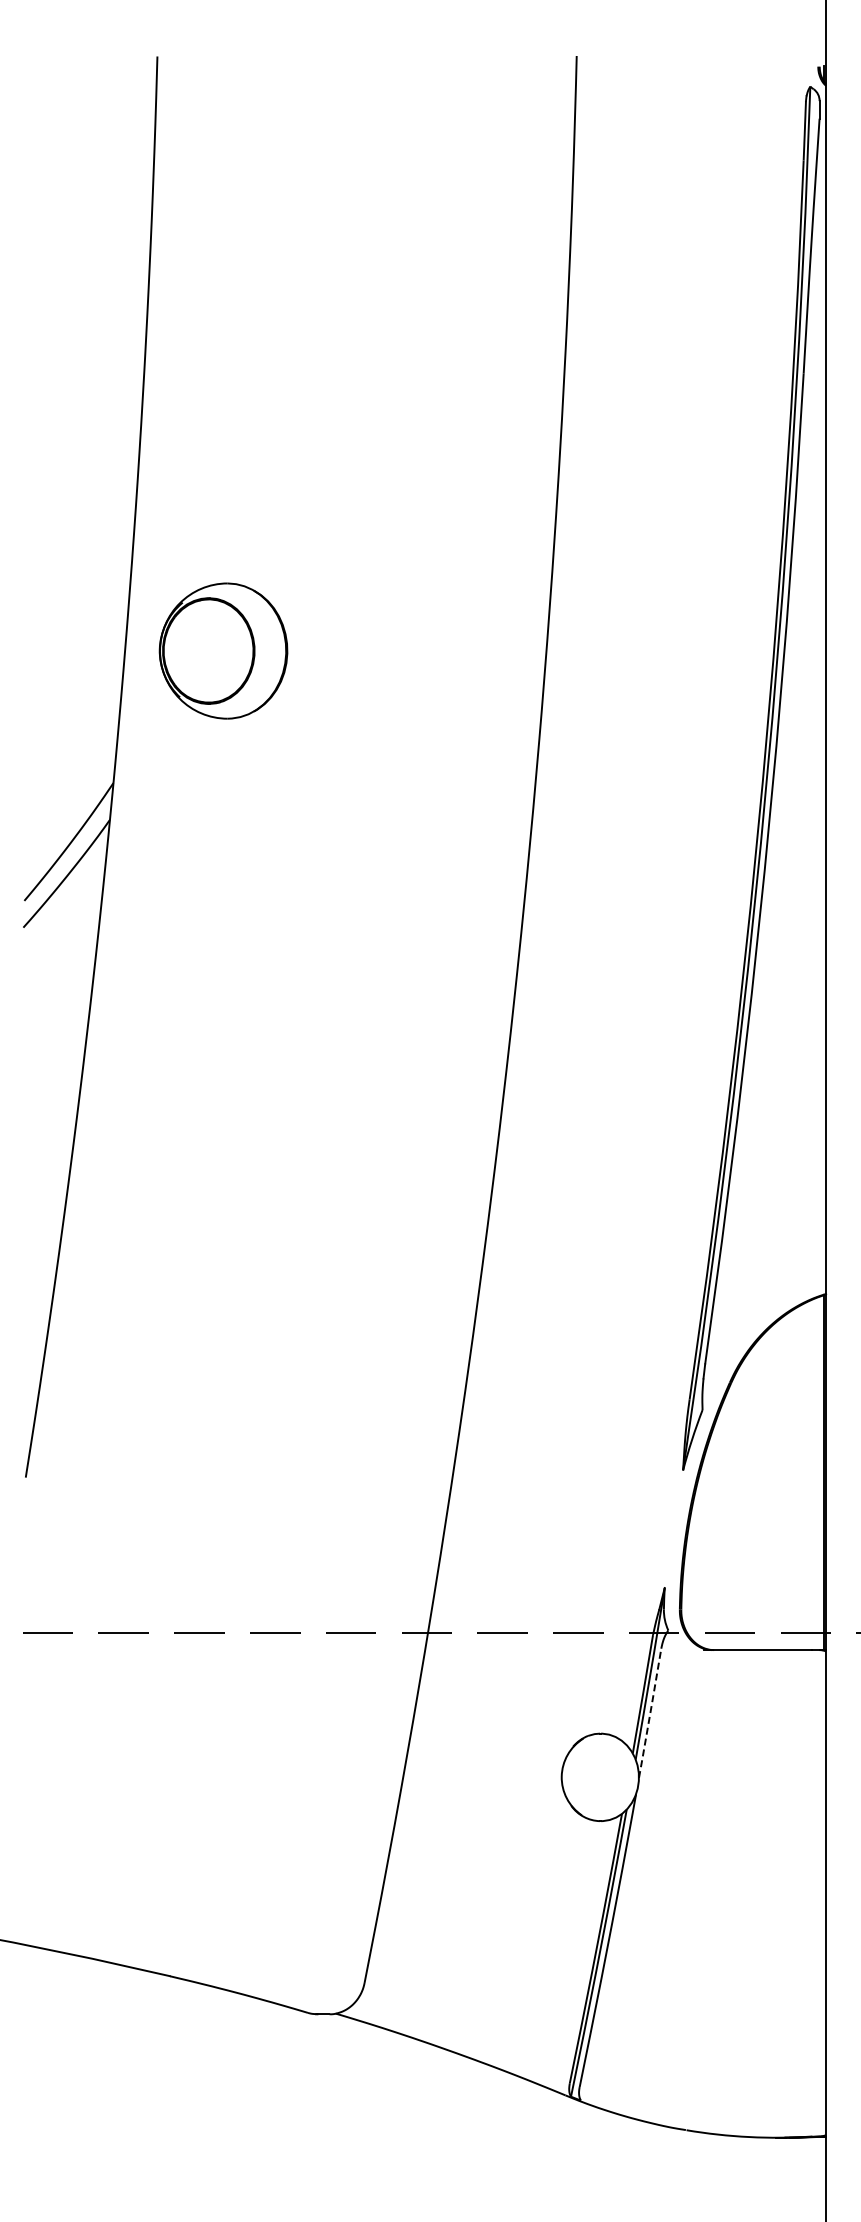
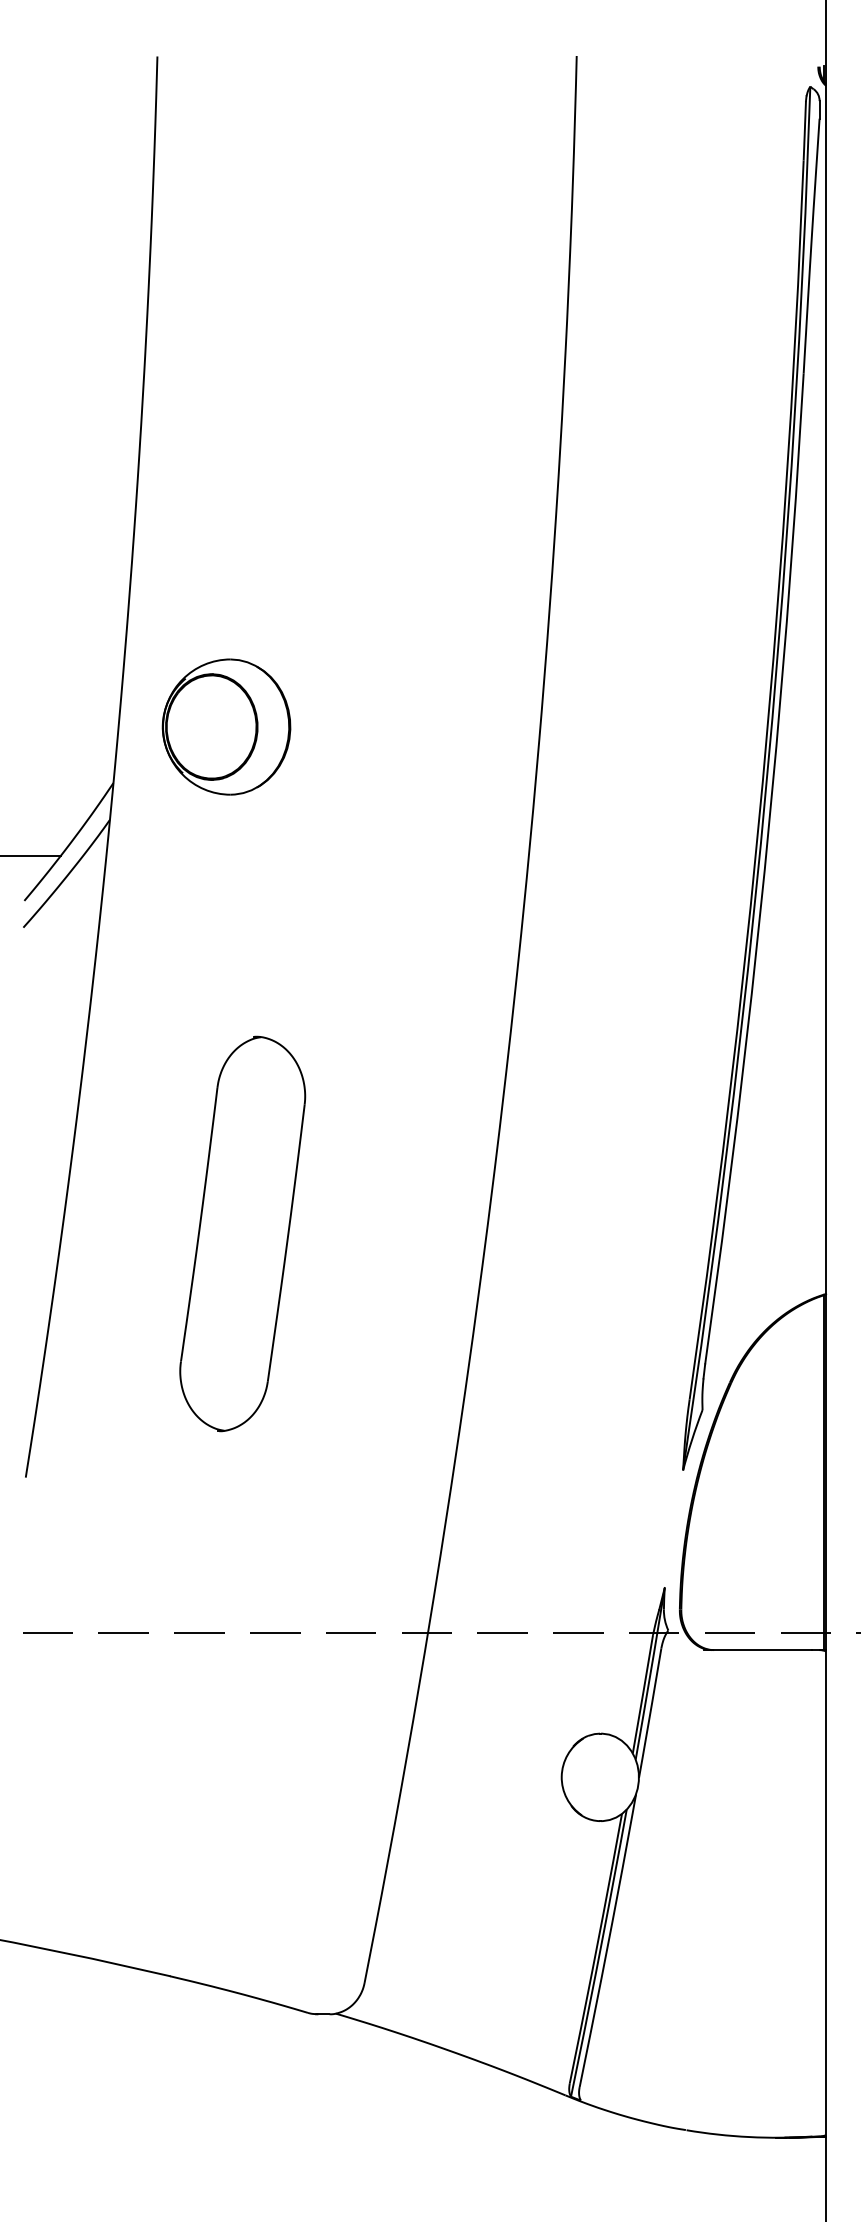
part at (223, 650) position: (223, 650) -> (226, 726)
line at (31, 855): none -> present
part at (242, 1233): none -> present
line at (650, 1713): dashed -> solid
